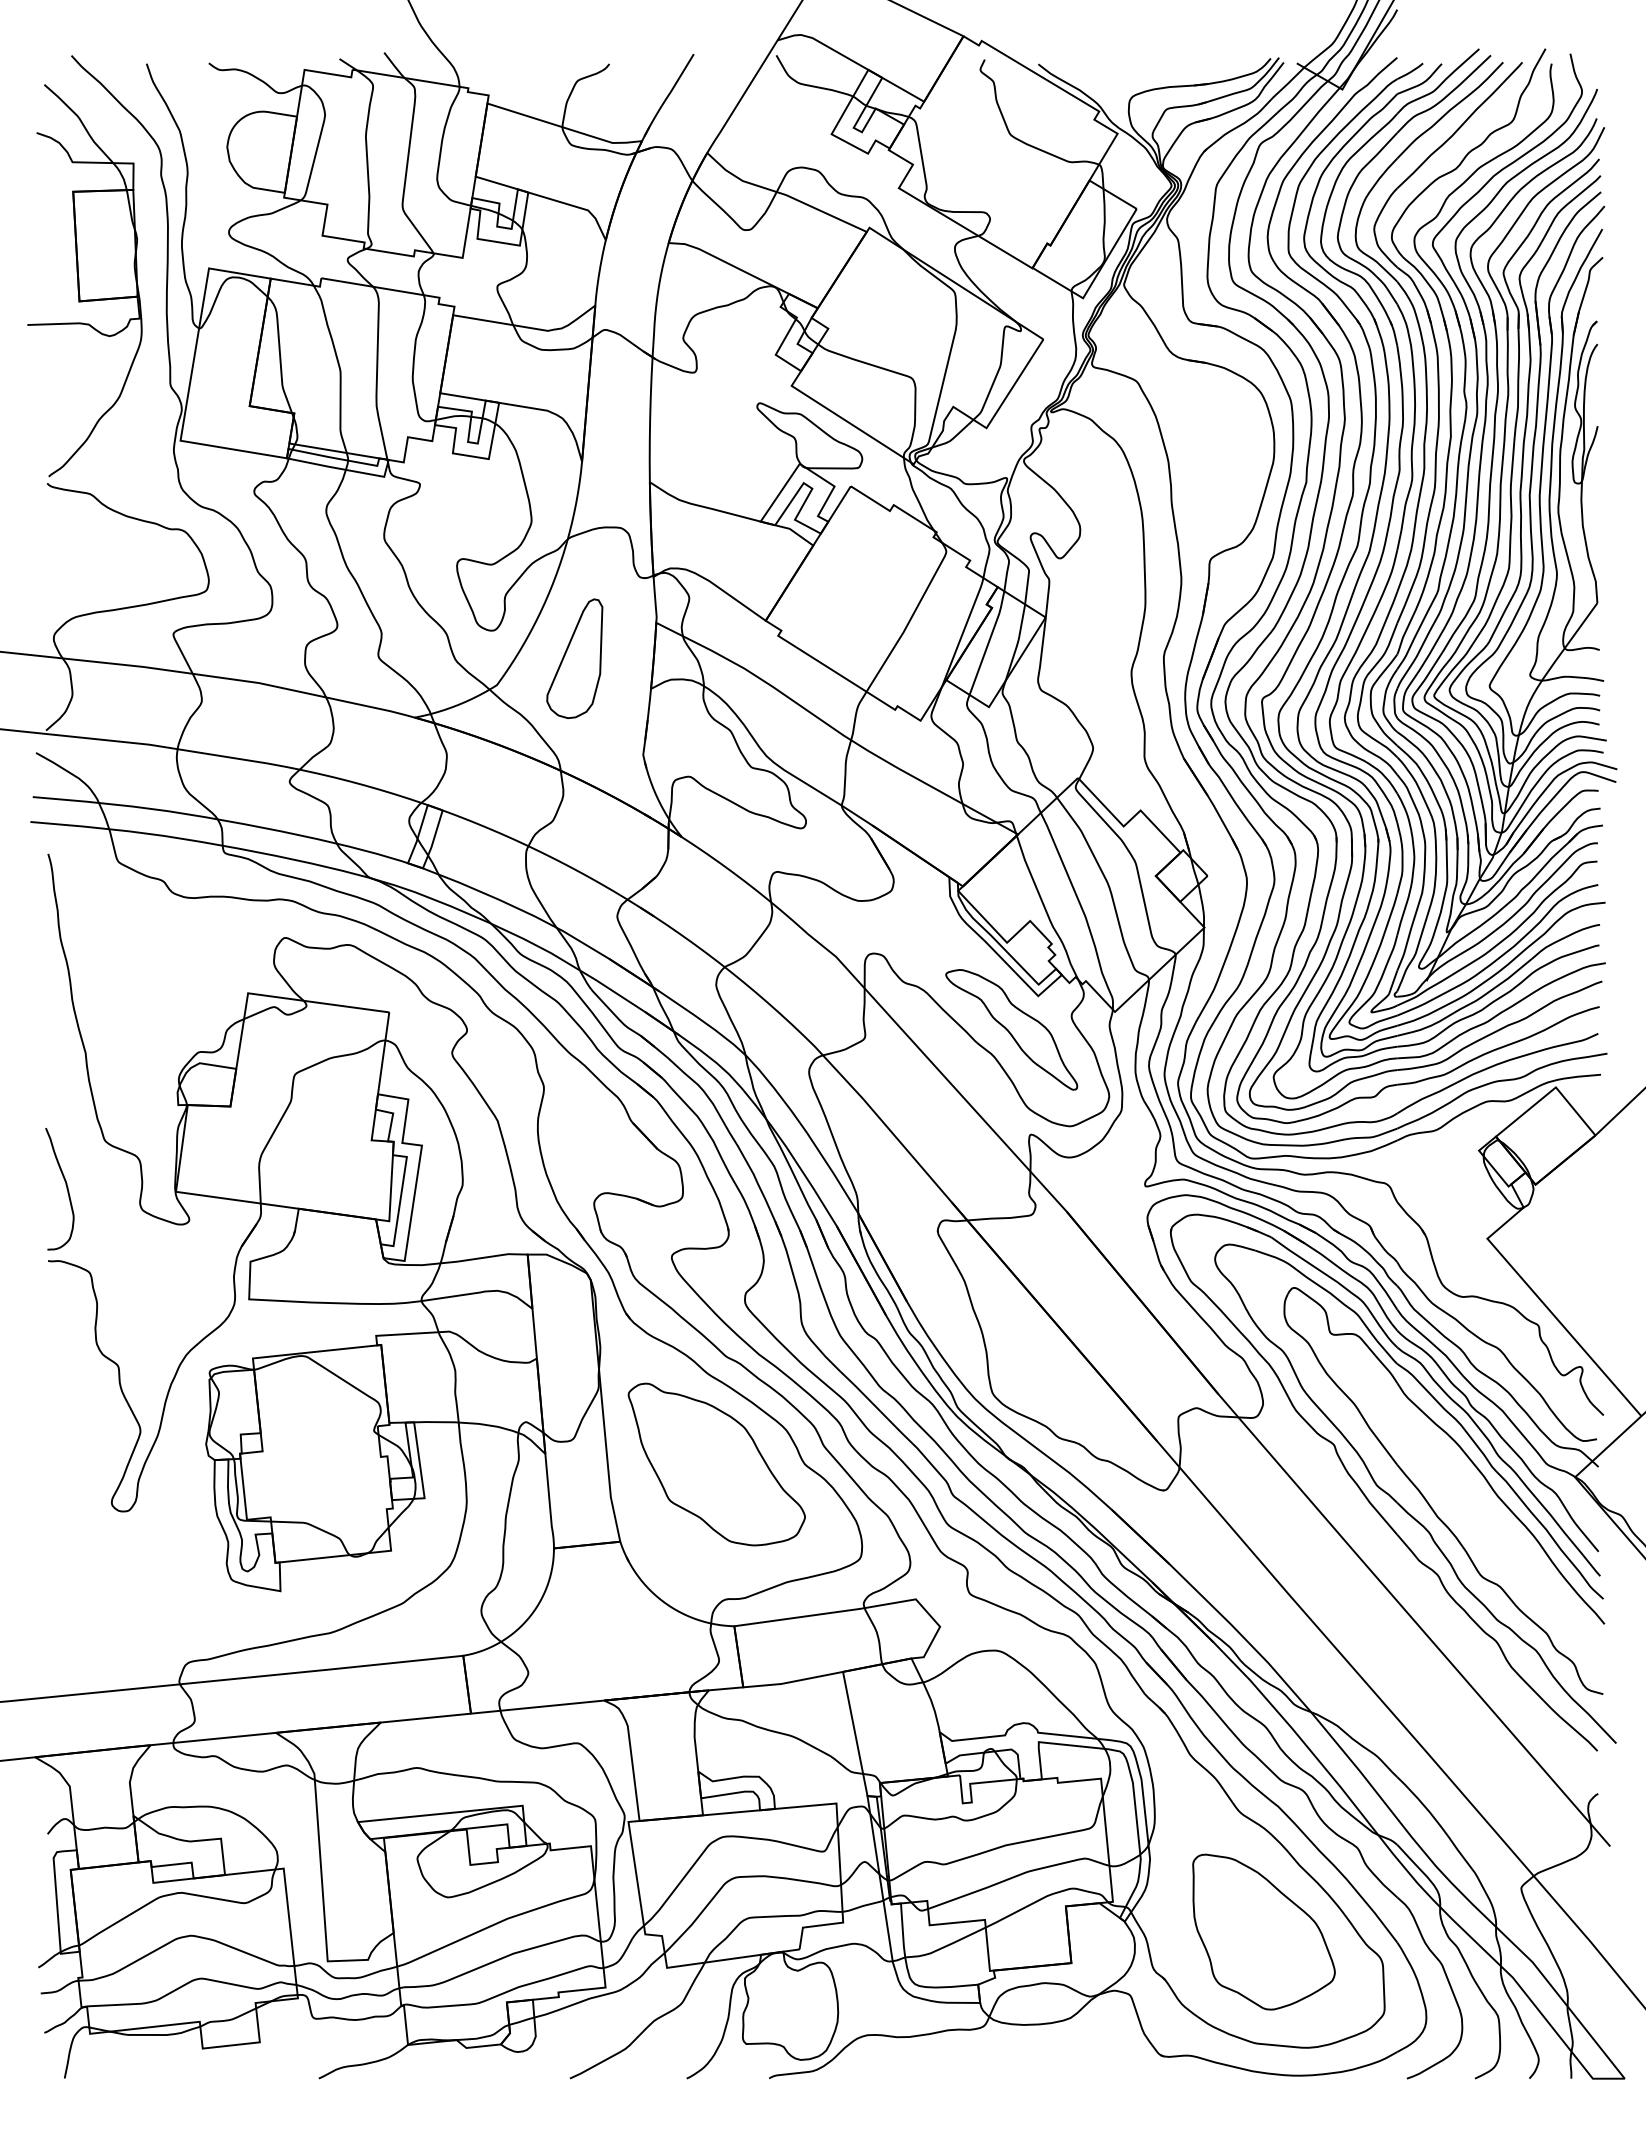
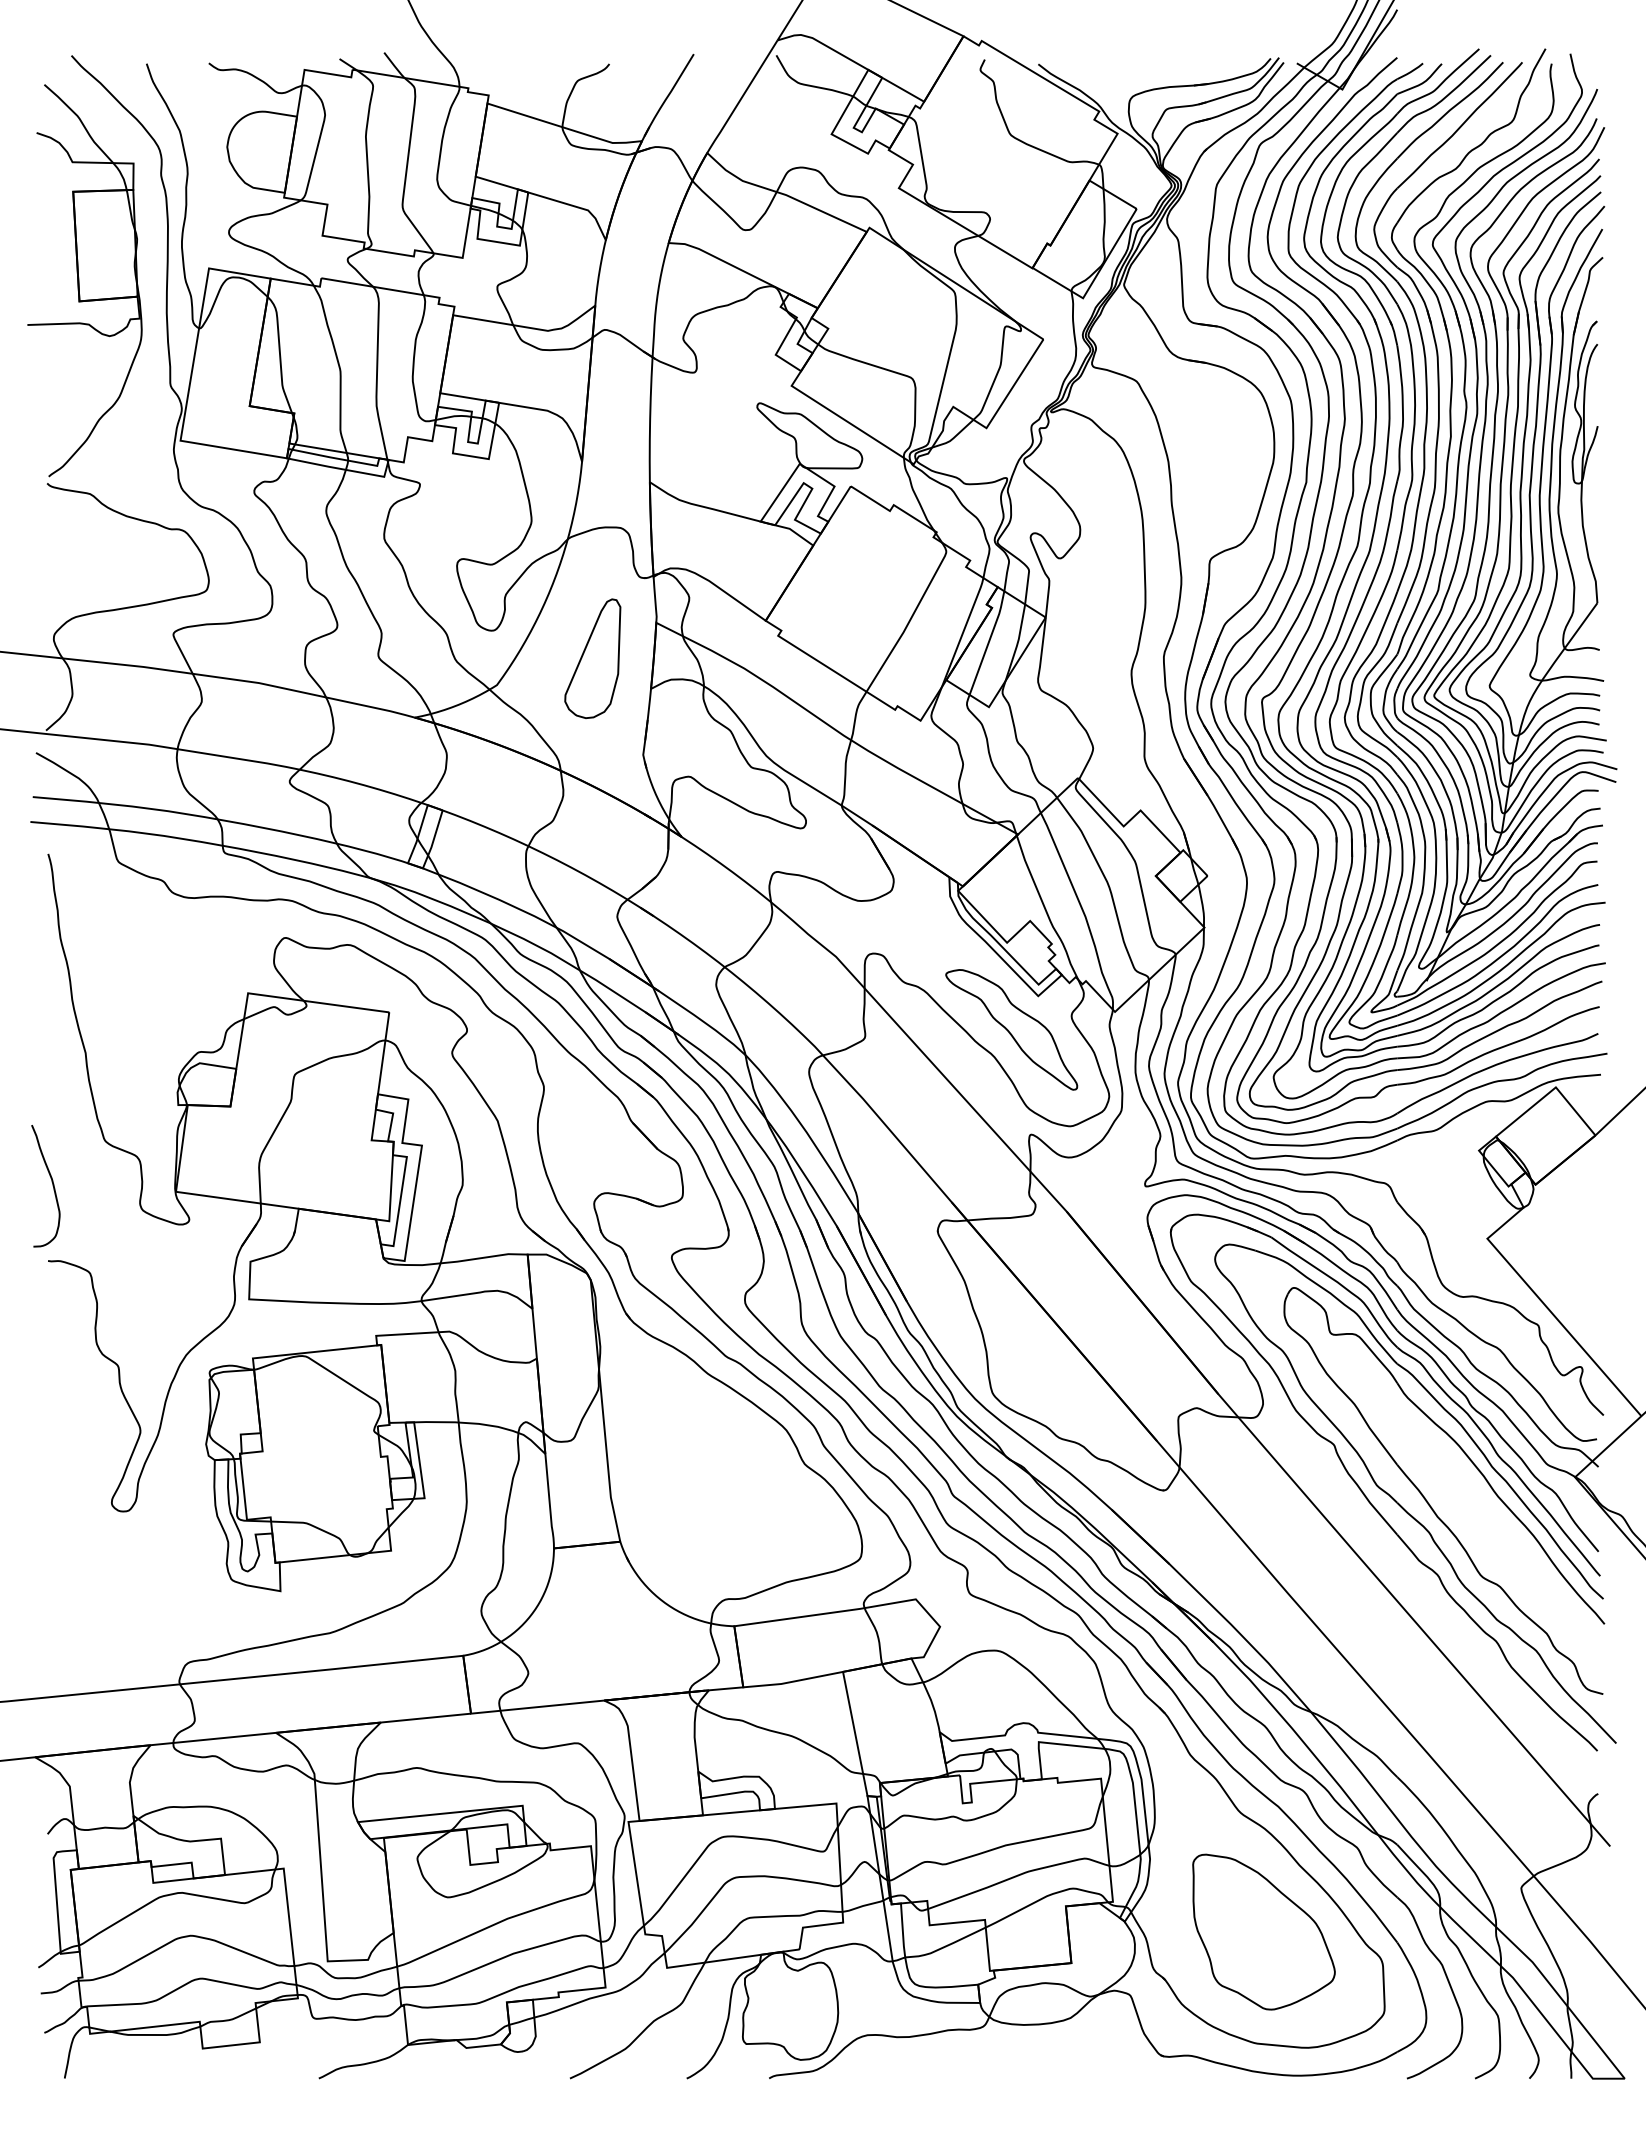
part at (574, 658) position: (574, 658) -> (592, 658)
curve at (66, 1189) position: (66, 1189) -> (52, 1186)
part at (716, 1464): present -> none
